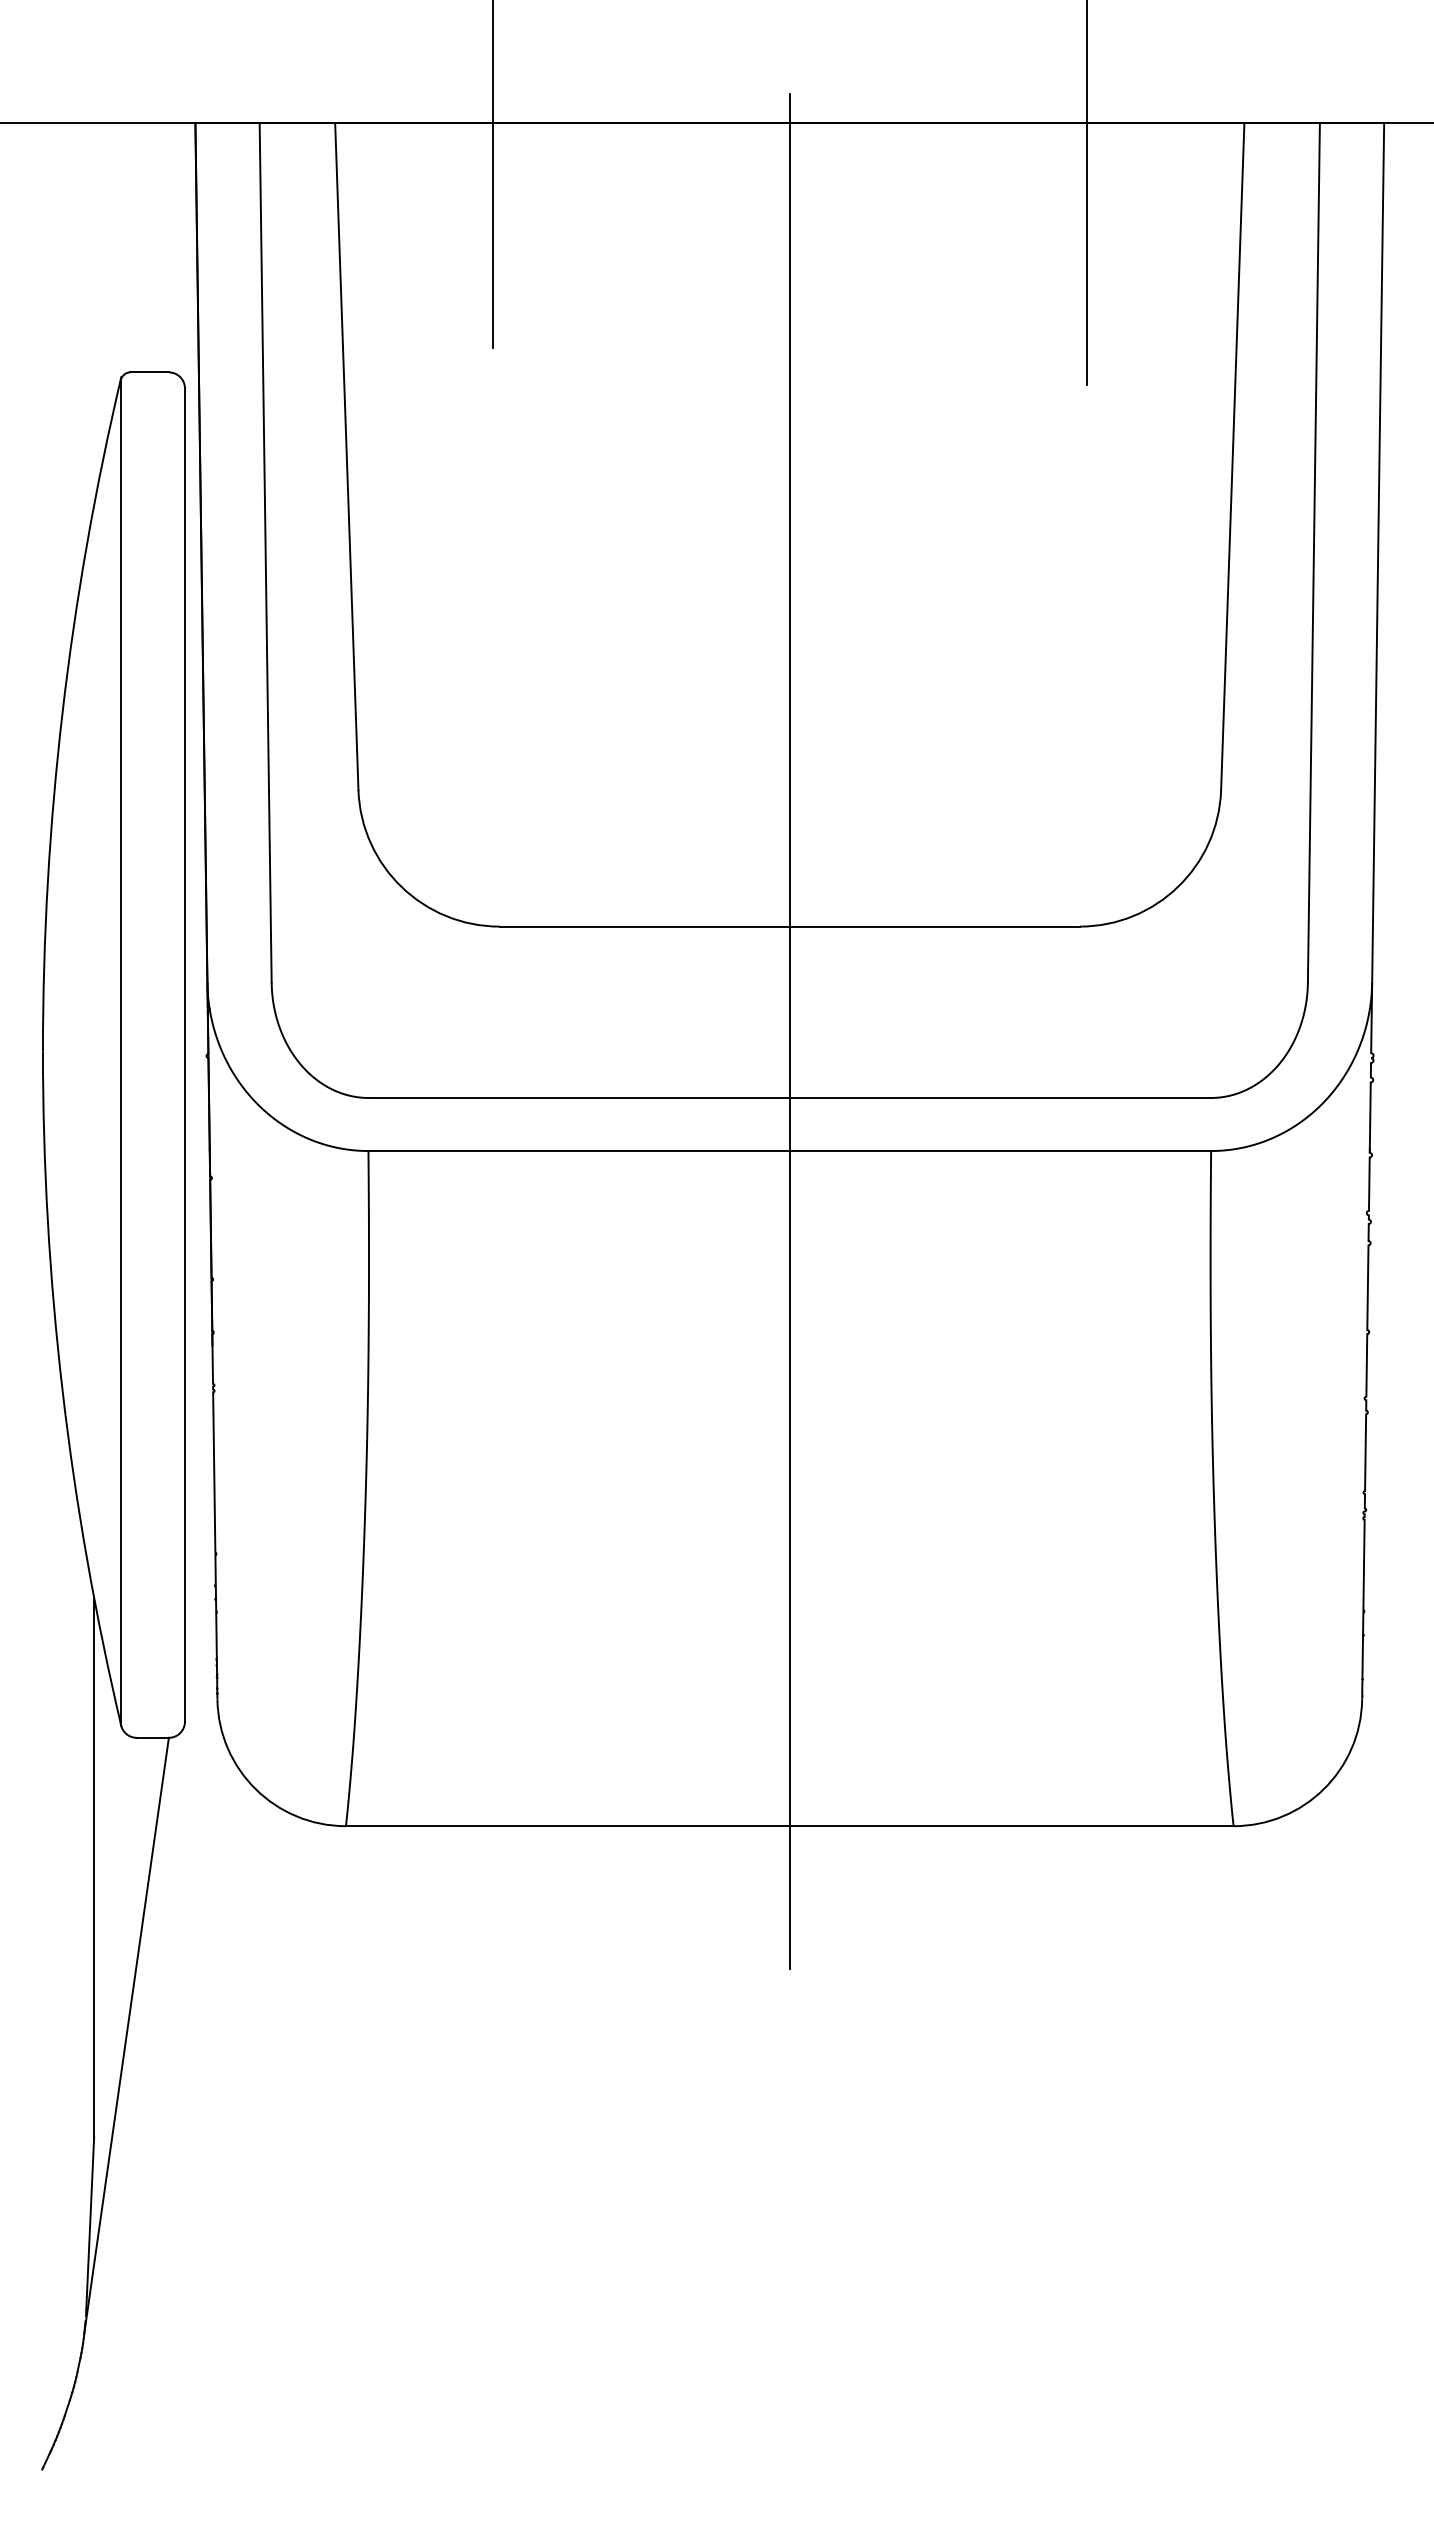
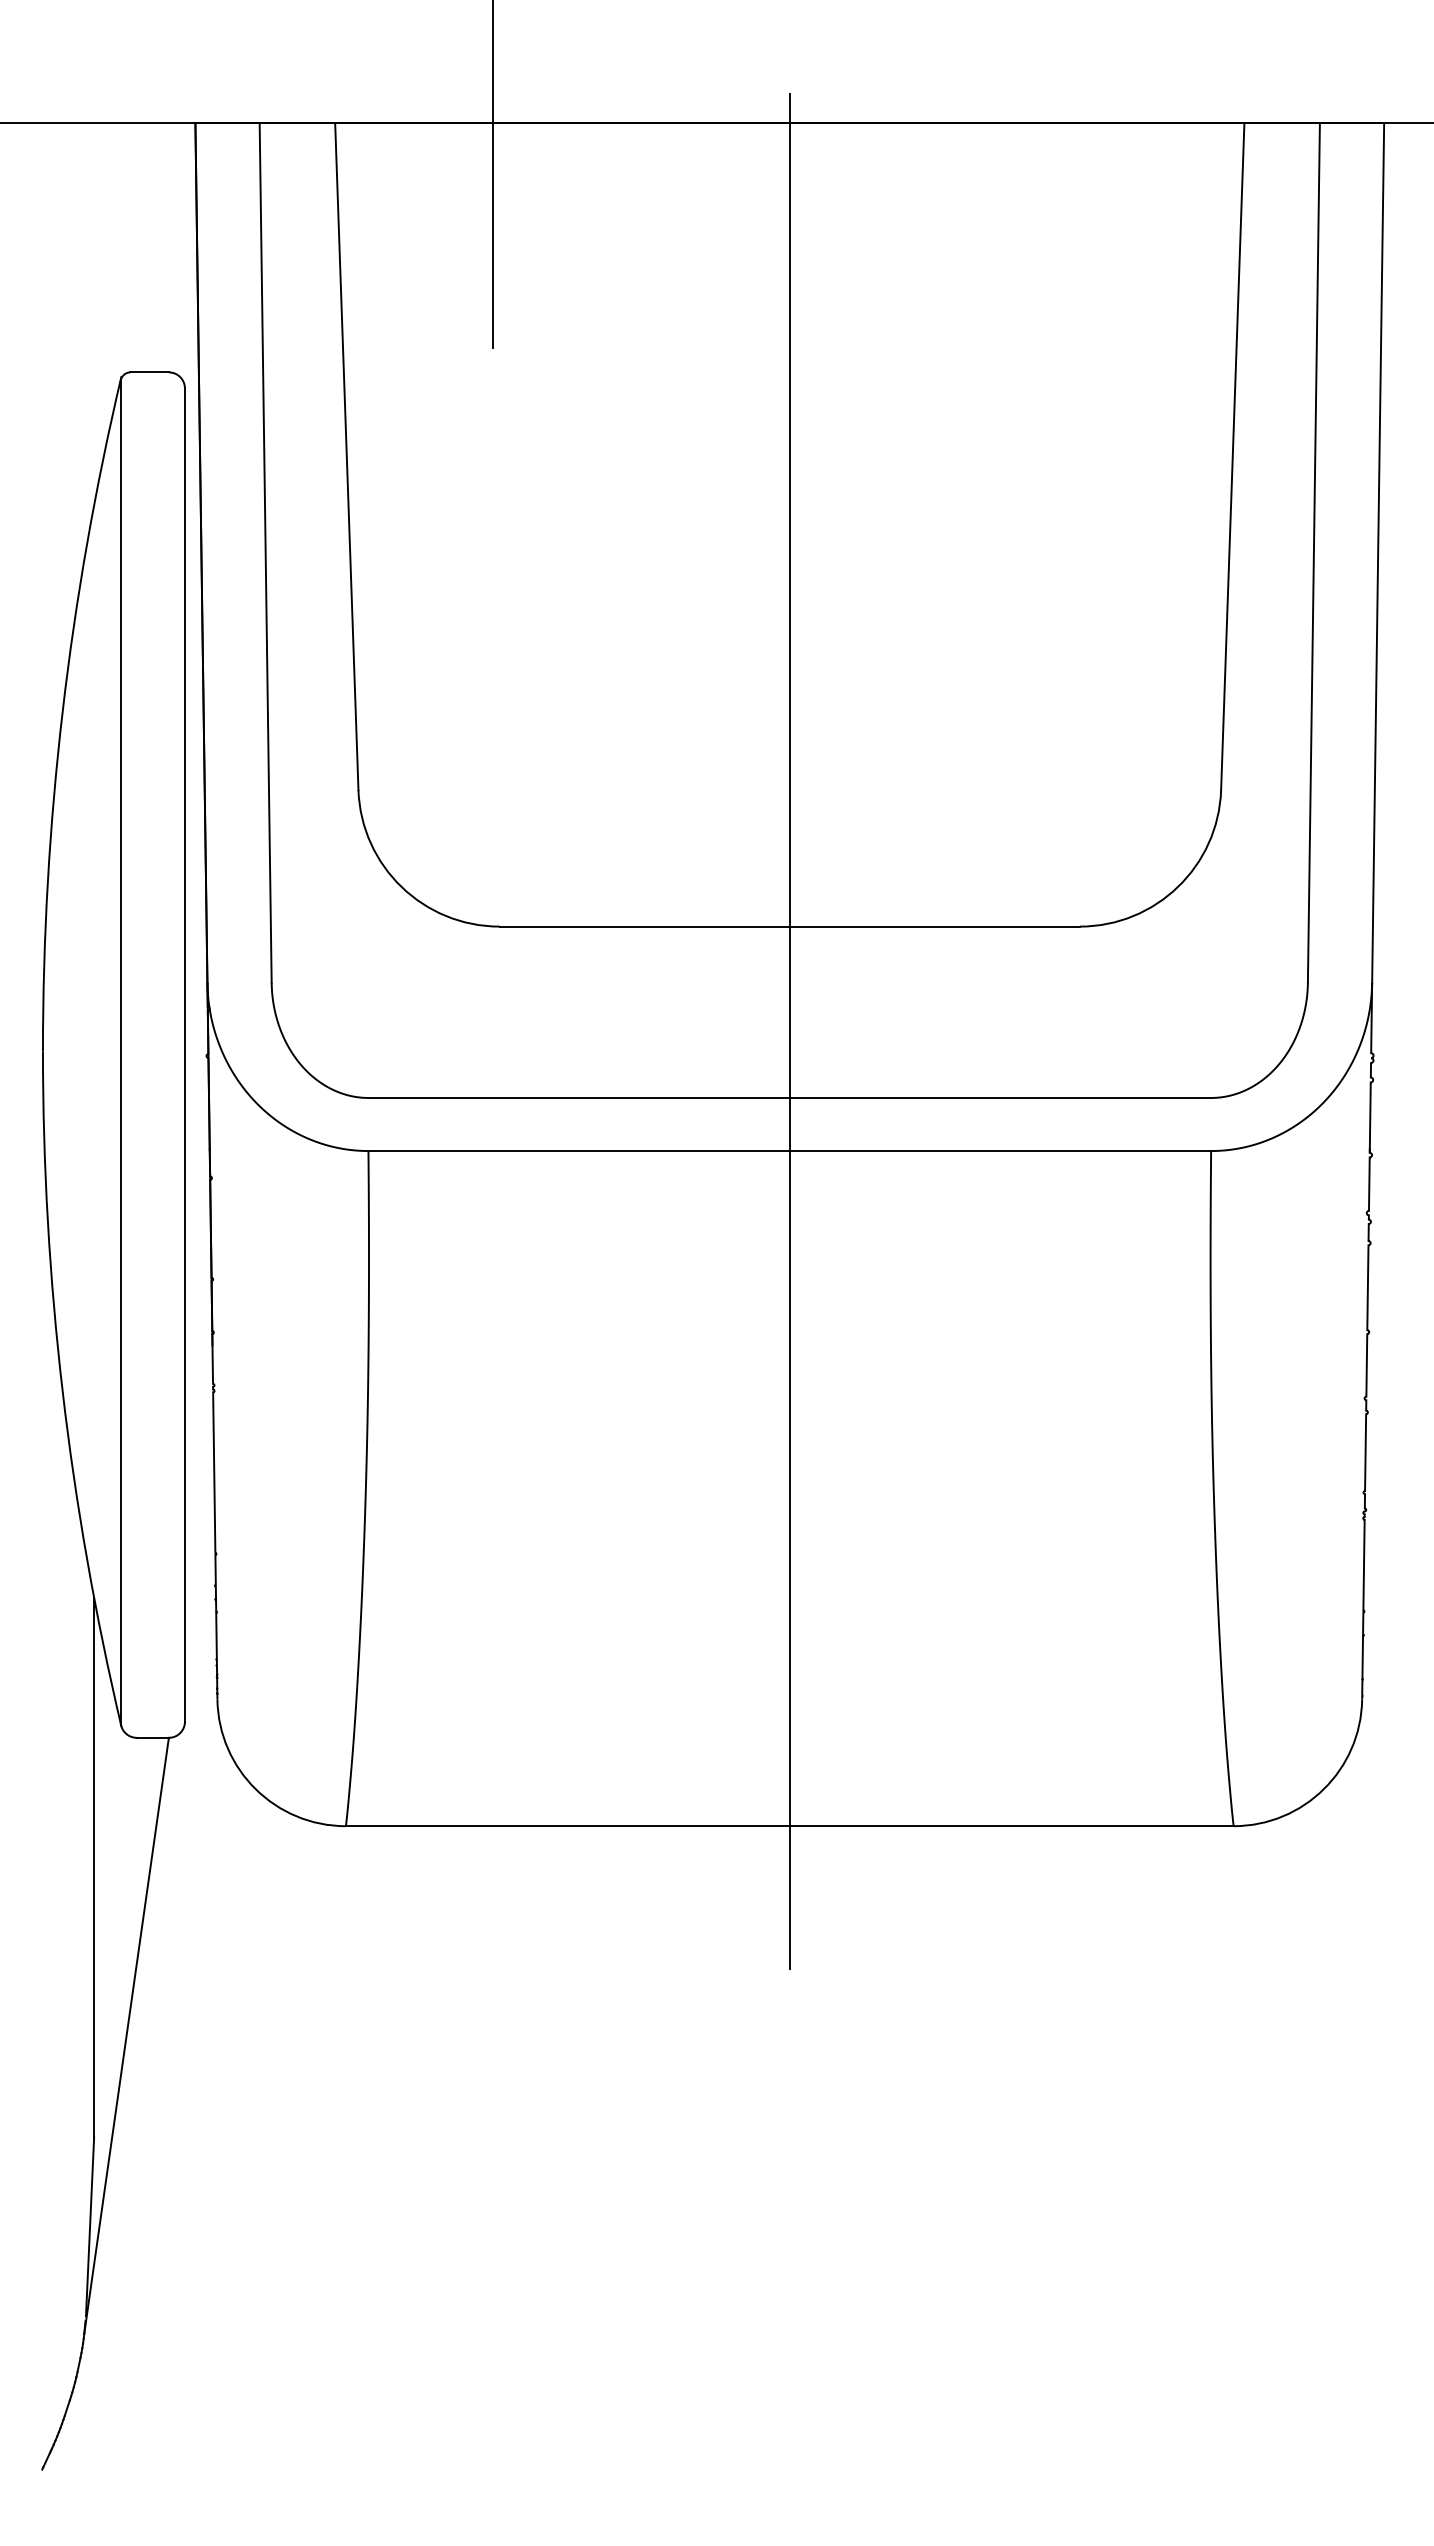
line at (1086, 193): present -> none
